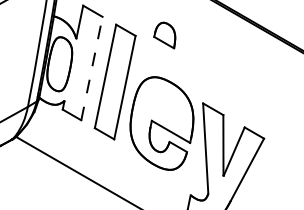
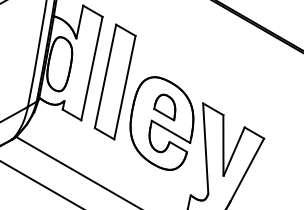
part at (164, 35) position: (164, 35) -> (164, 107)
line at (91, 68): dashed -> solid
line at (40, 184): none -> present
